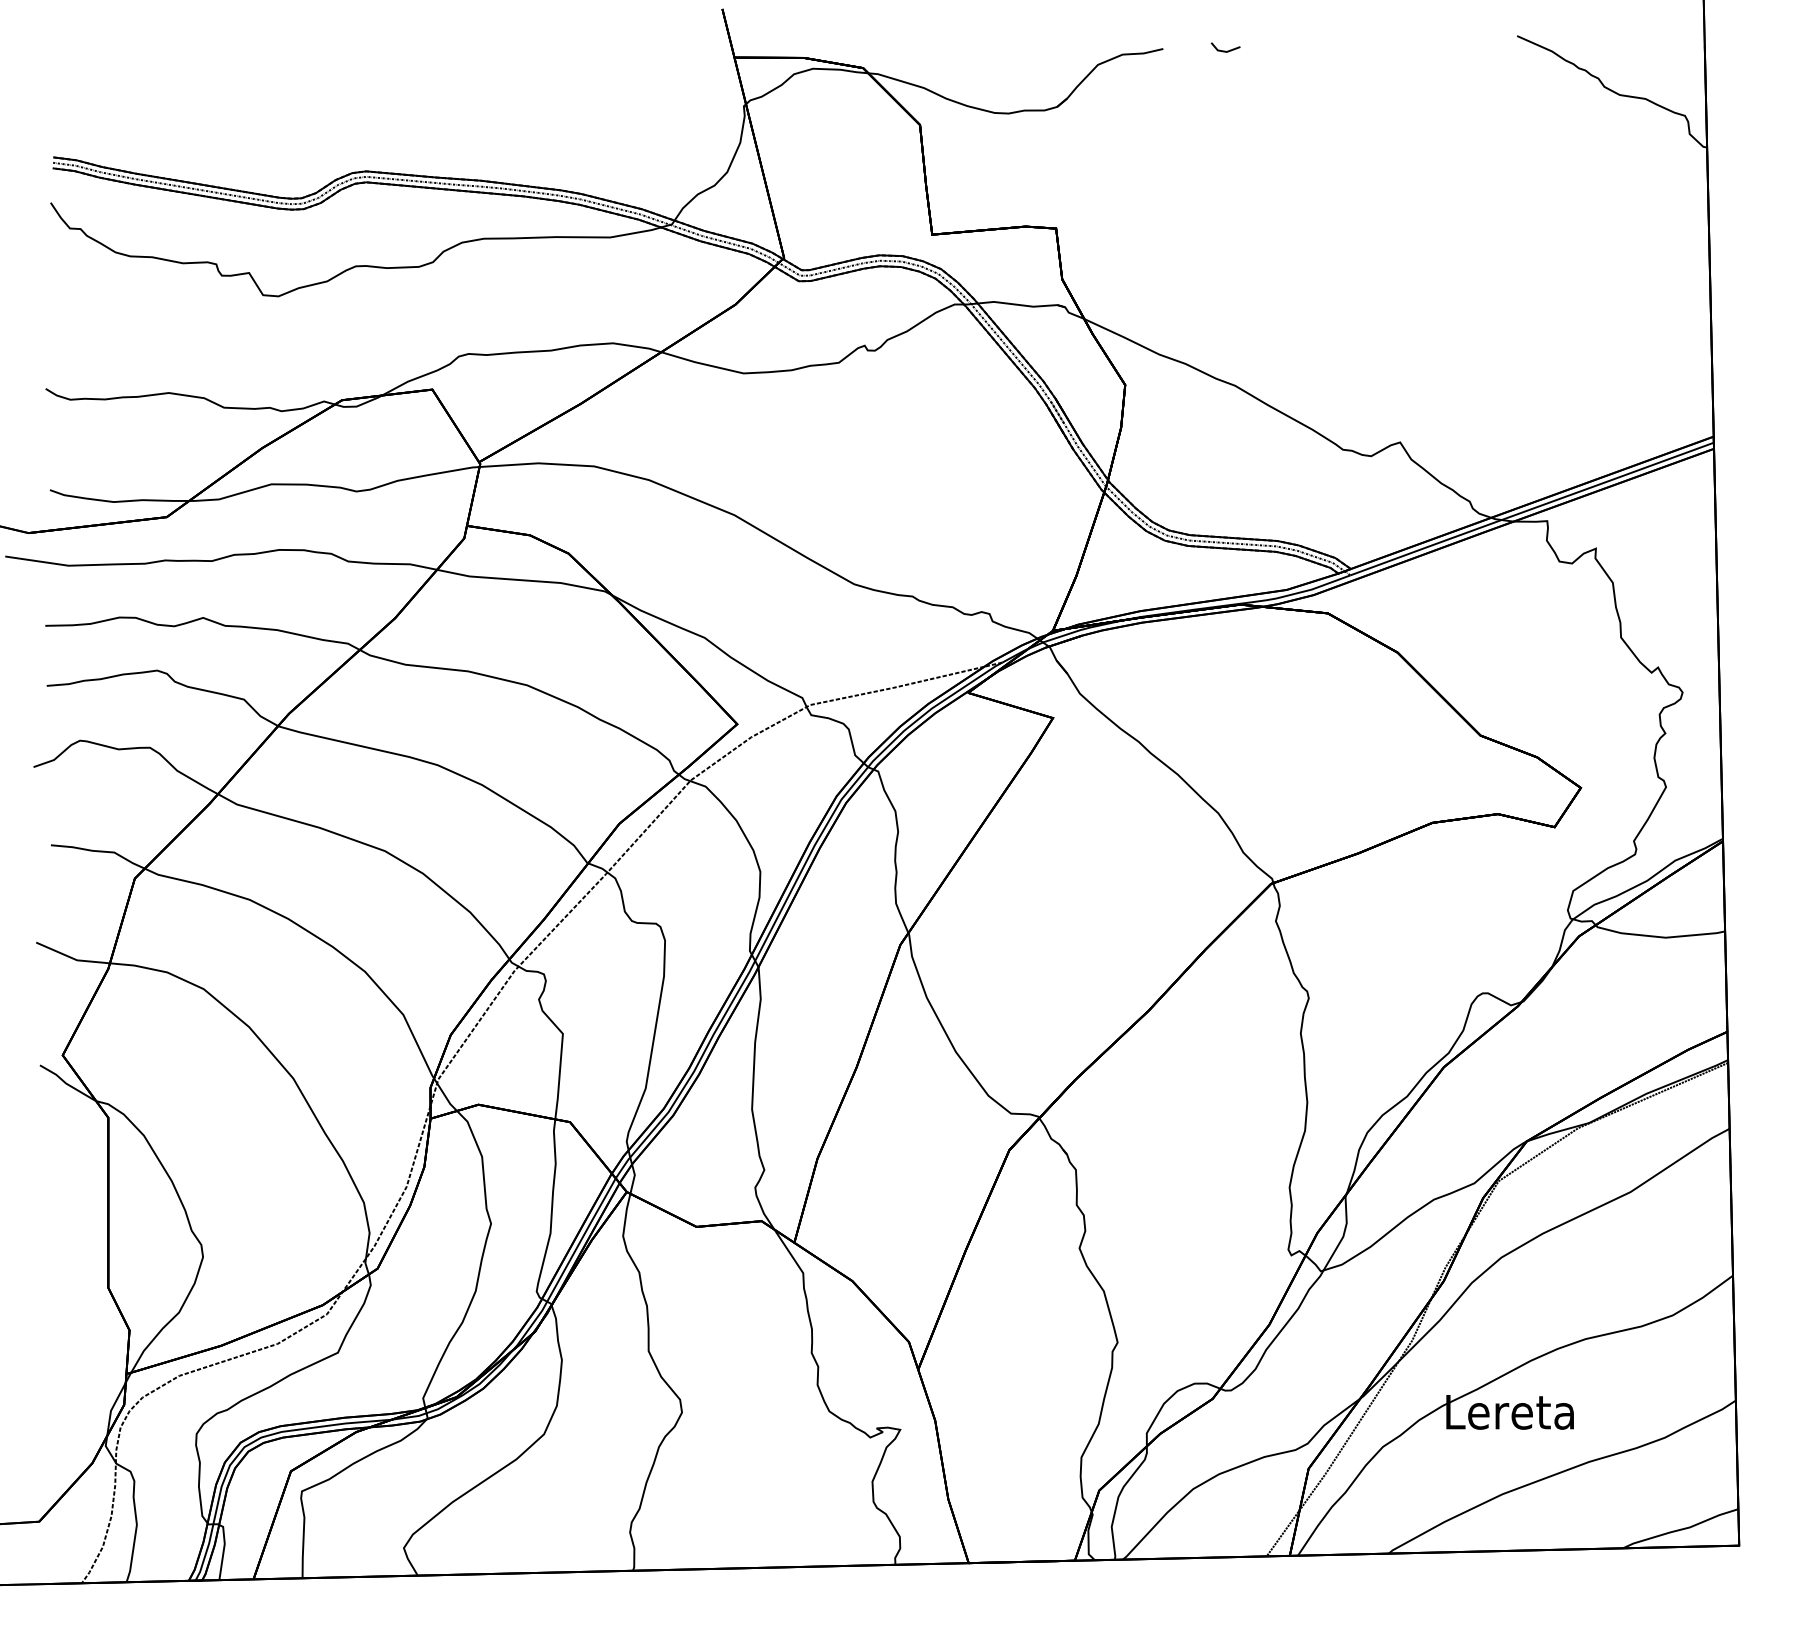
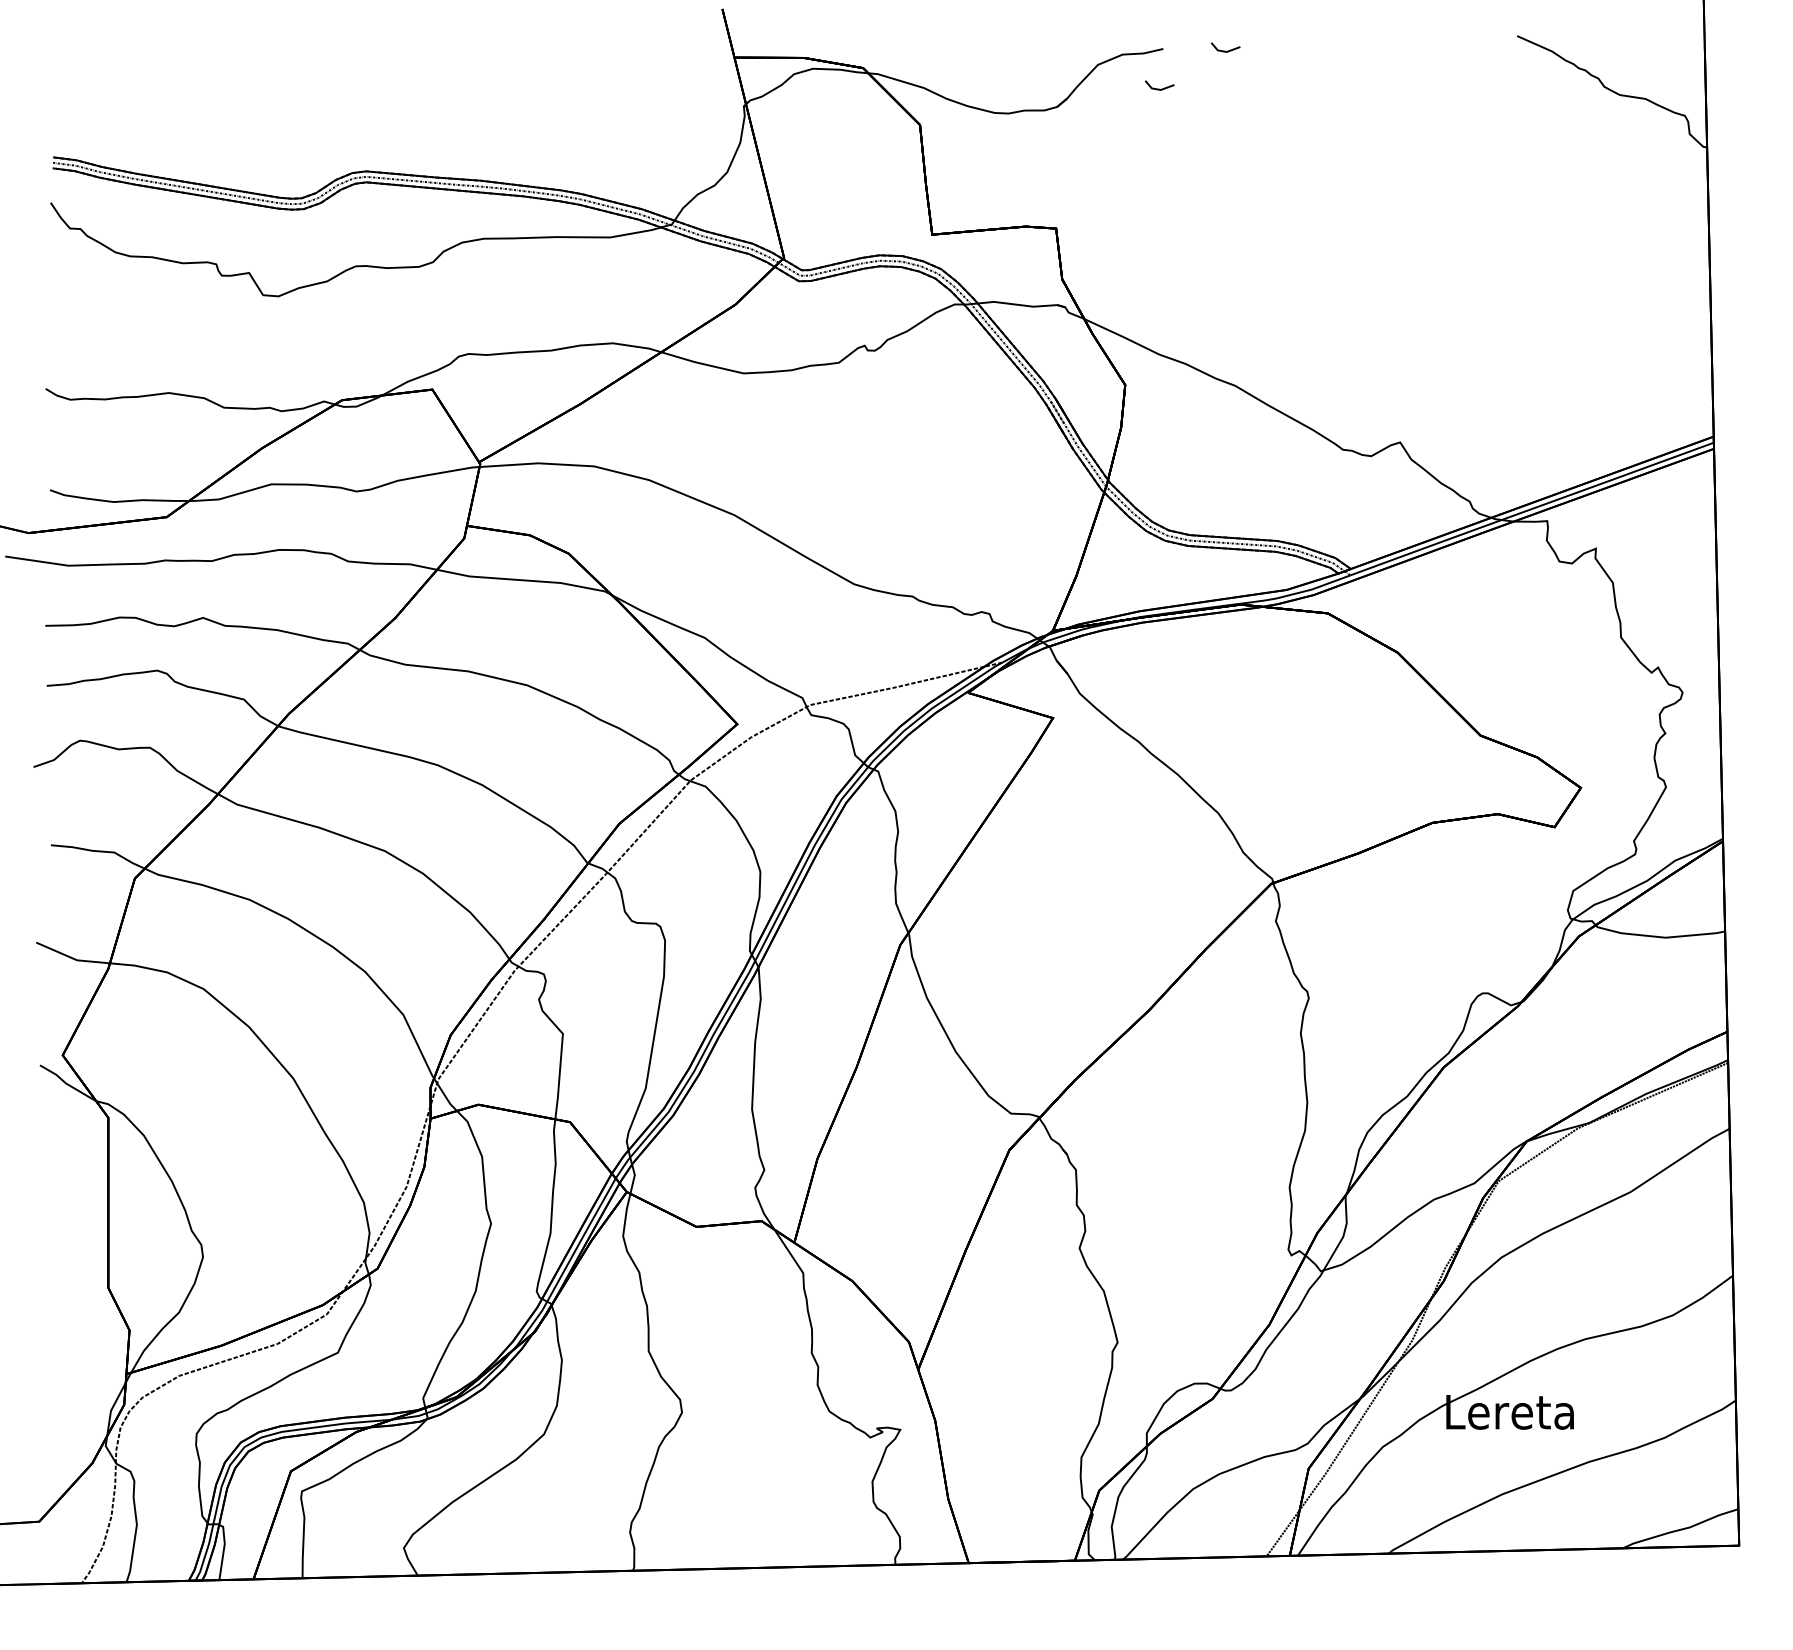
line at (1159, 88): none -> present
